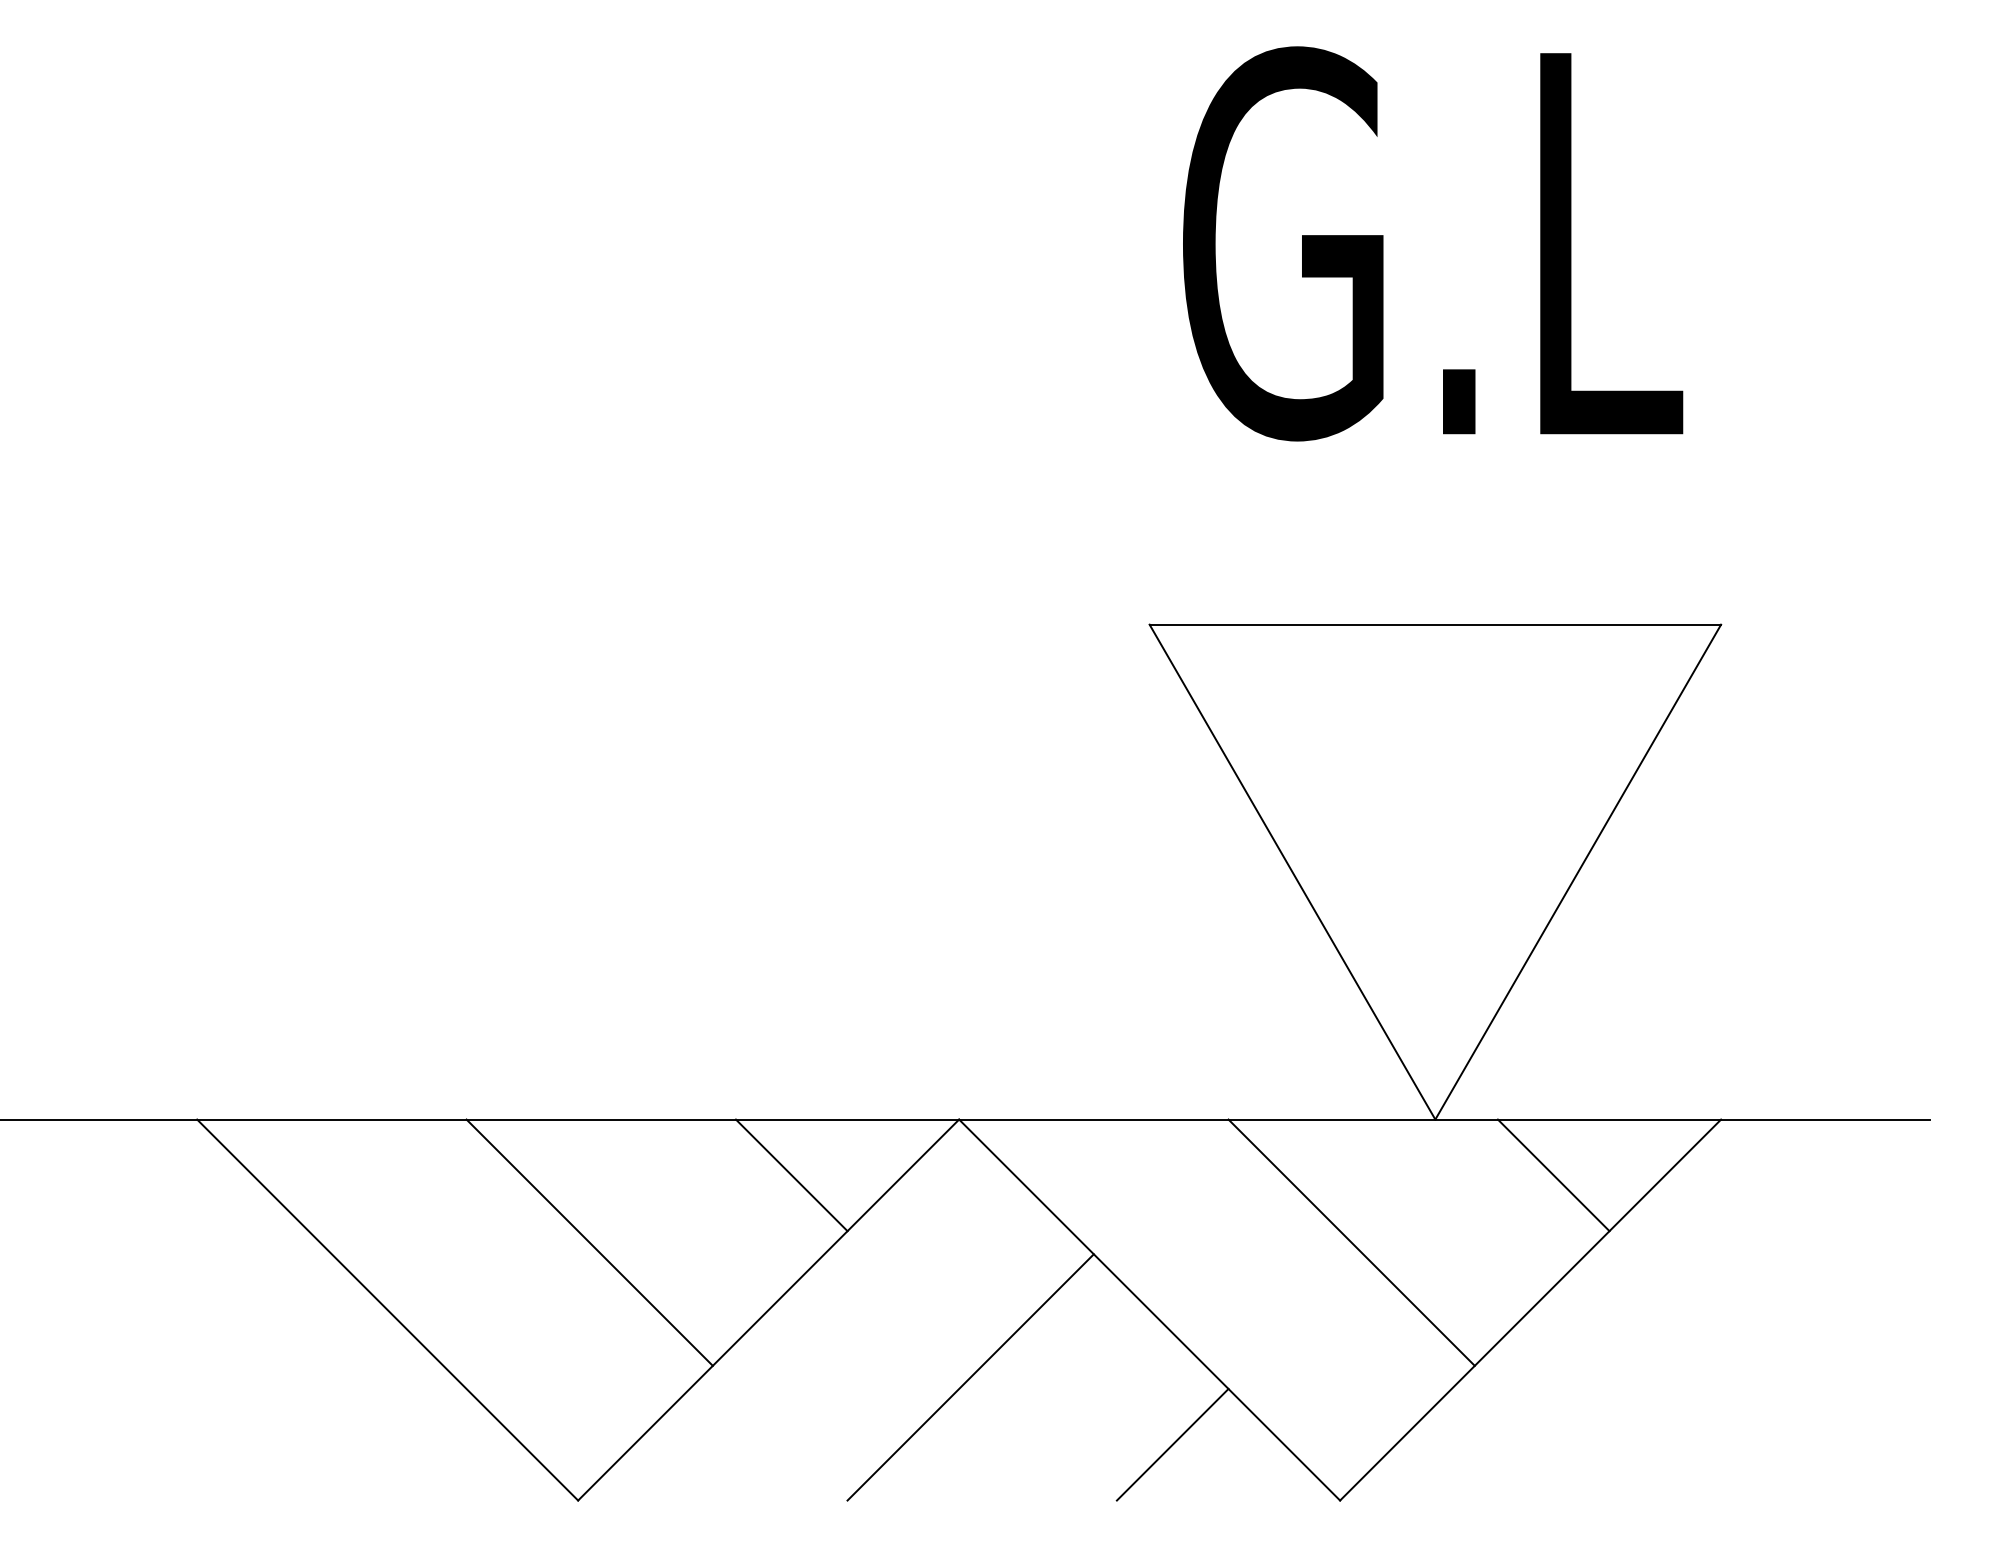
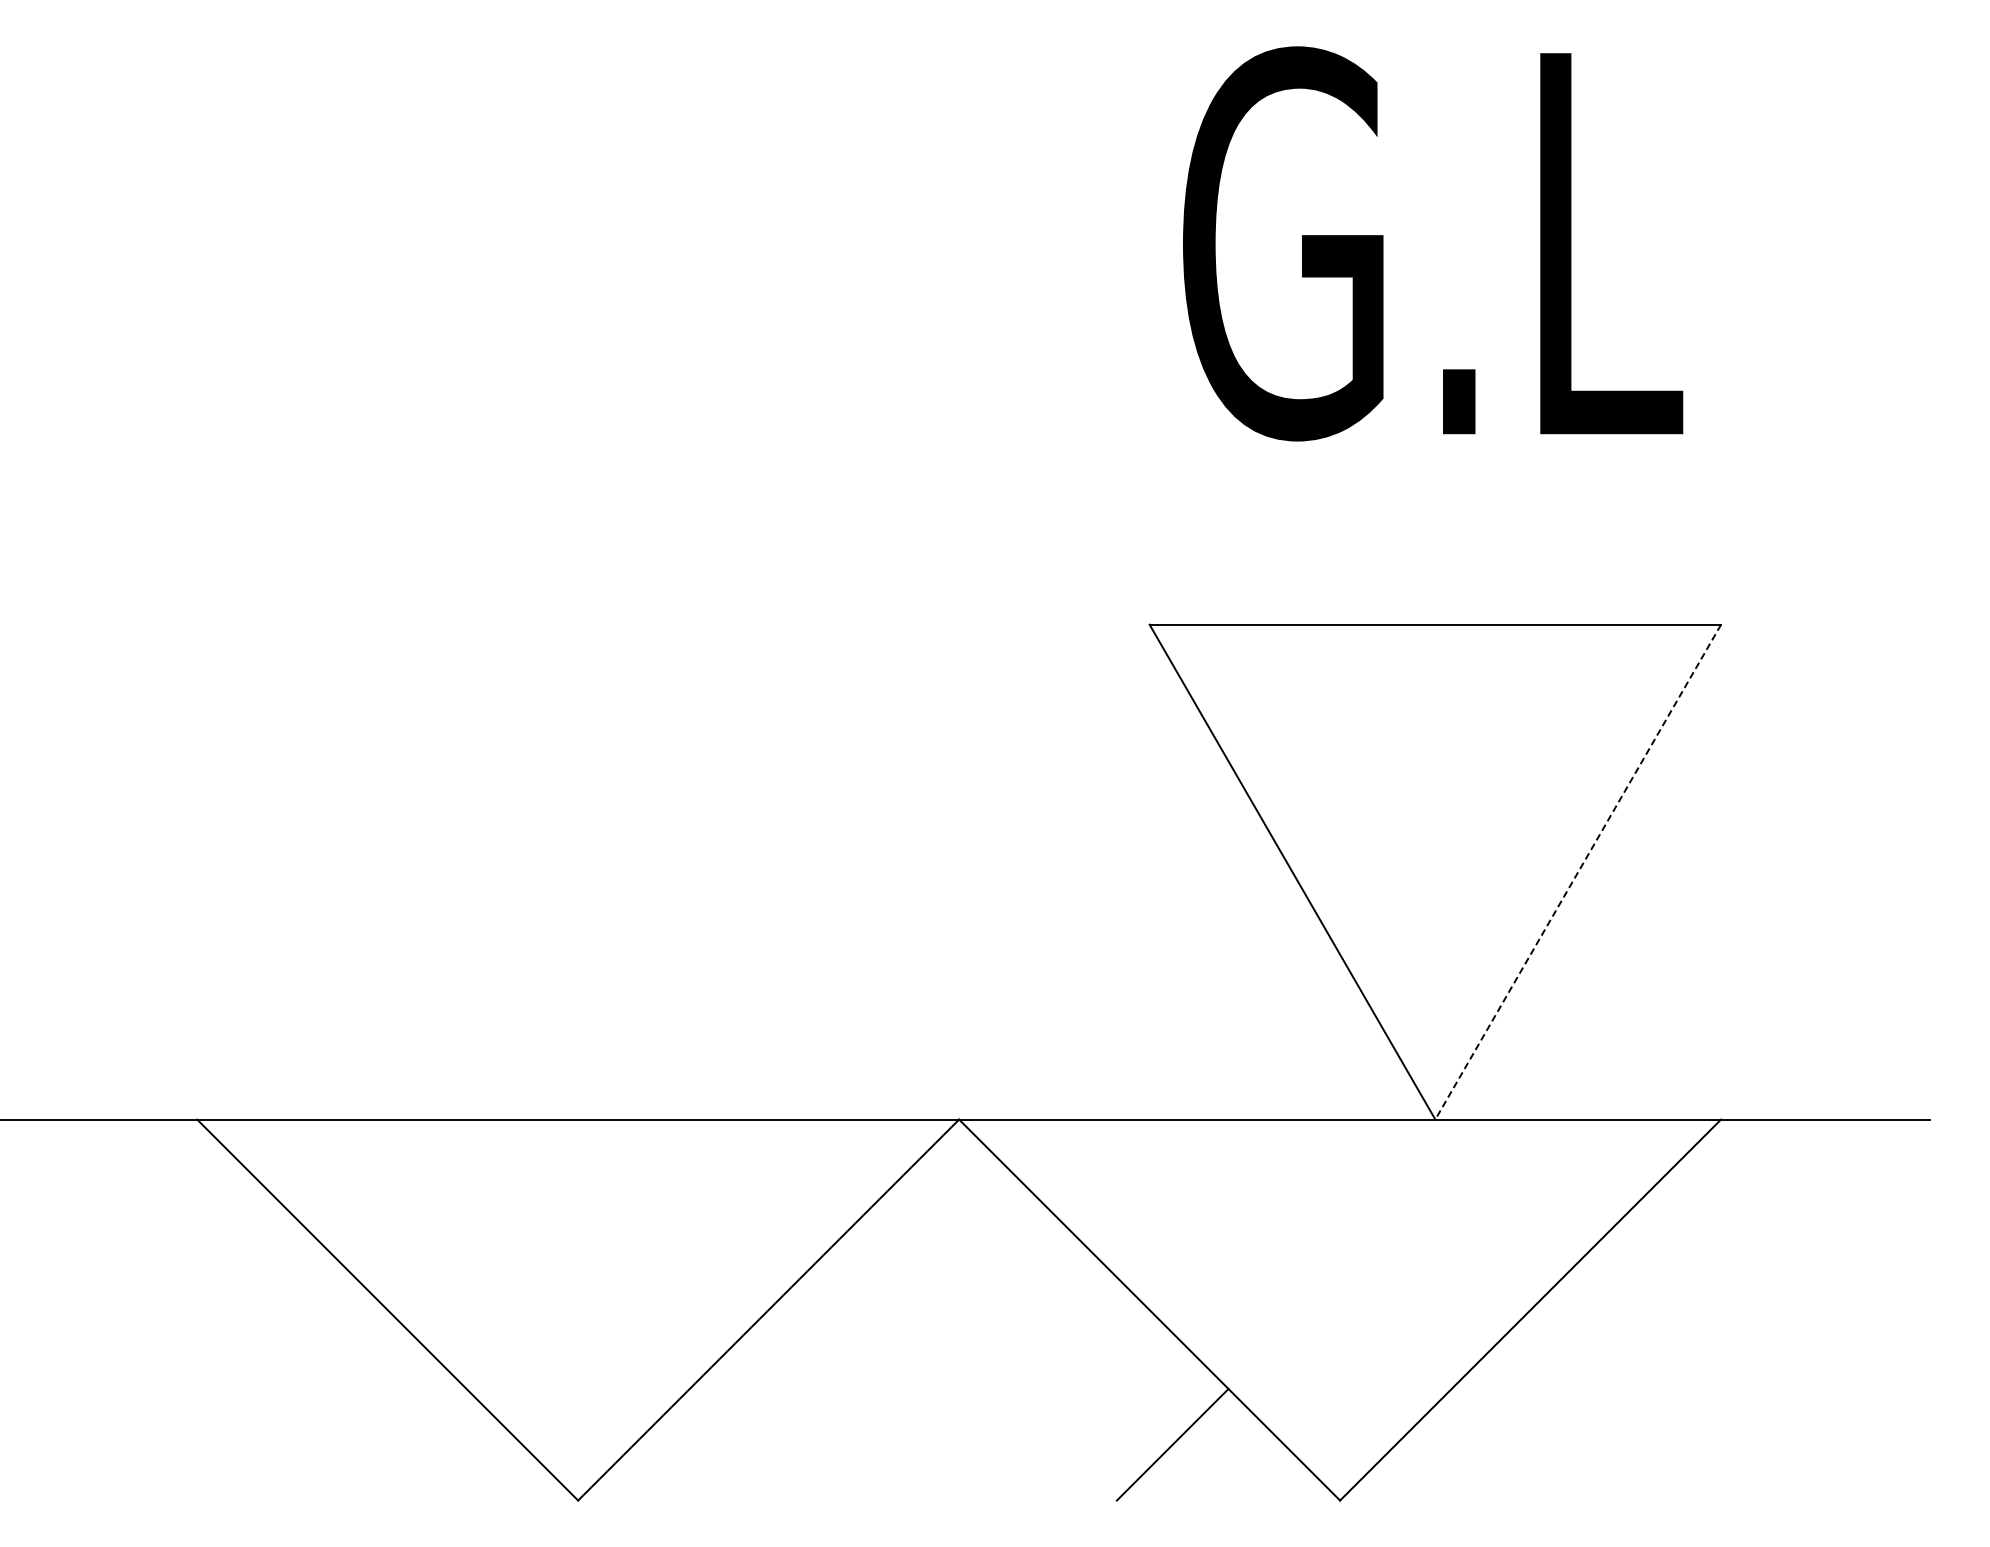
line at (1578, 872): solid -> dashed
line at (791, 1175): present -> none
line at (1553, 1175): present -> none
line at (589, 1242): present -> none
line at (1351, 1242): present -> none
line at (970, 1377): present -> none
